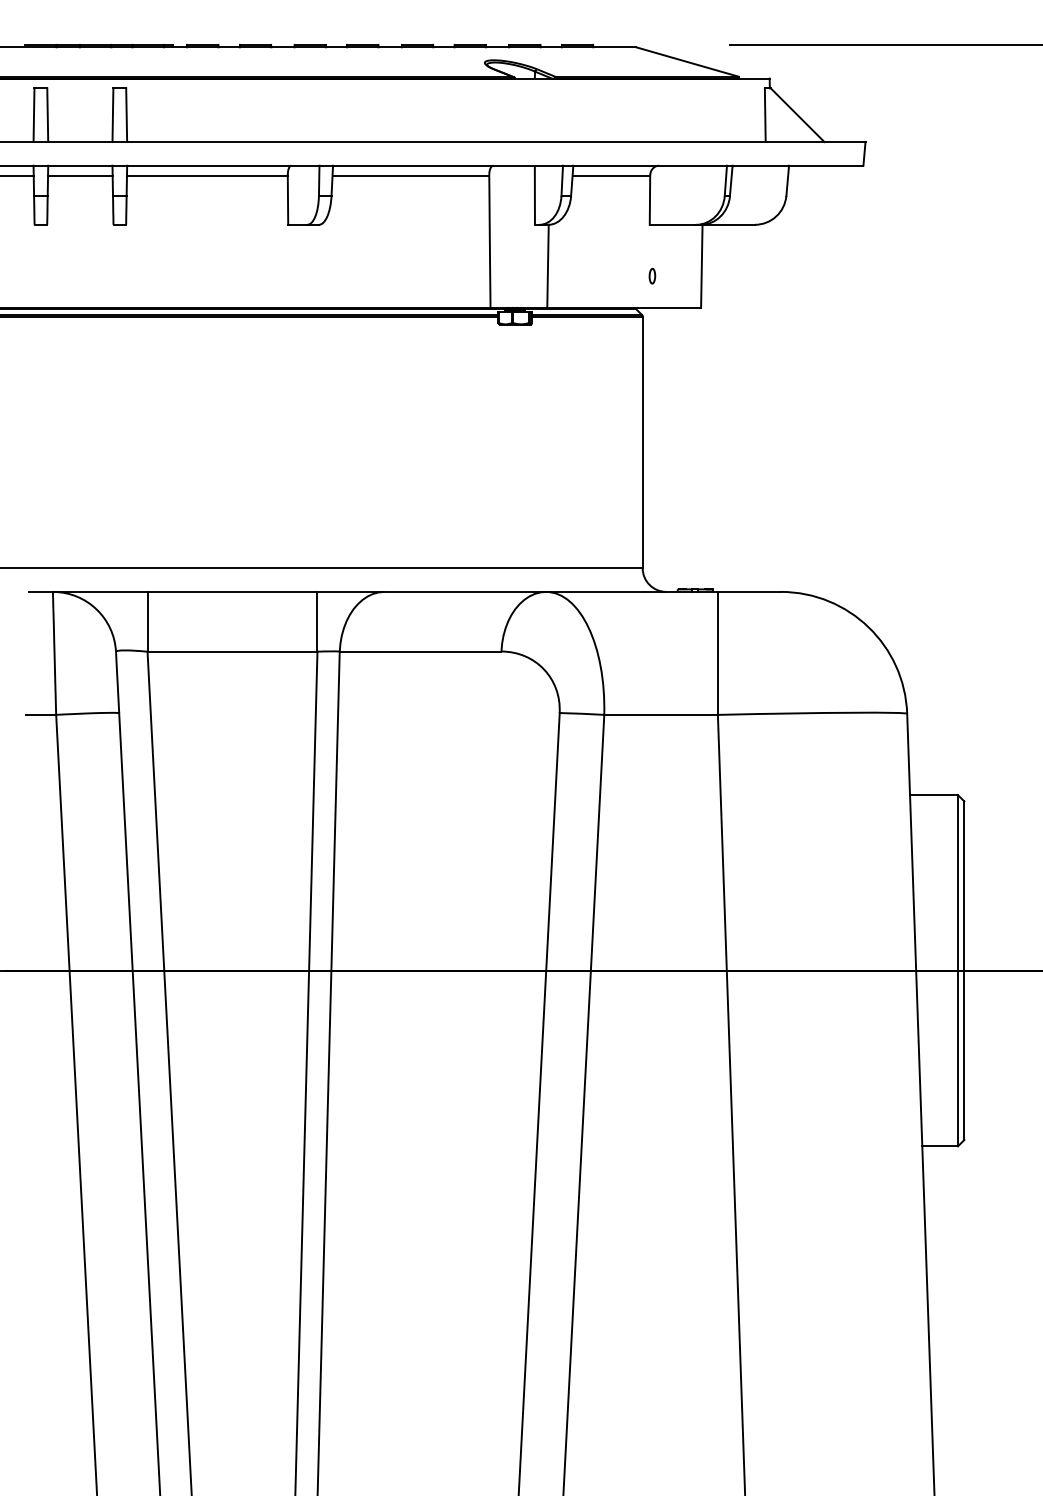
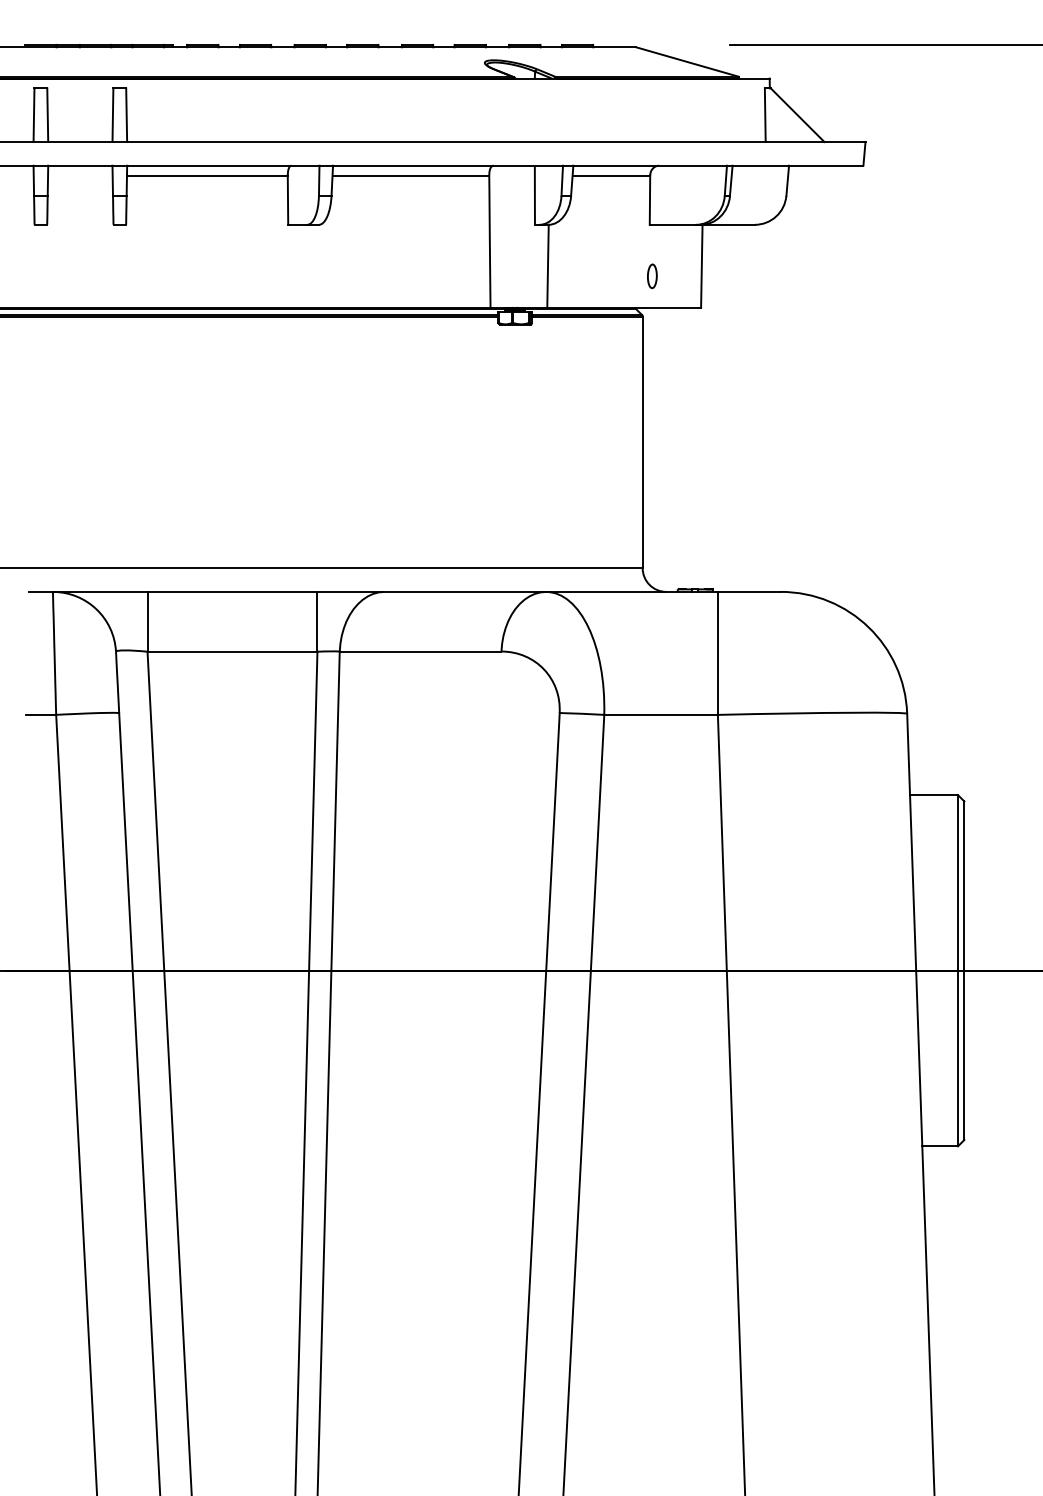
line at (17, 175): present -> none
line at (80, 175): present -> none
part at (652, 275) size: 9x18 px -> 11x26 px
